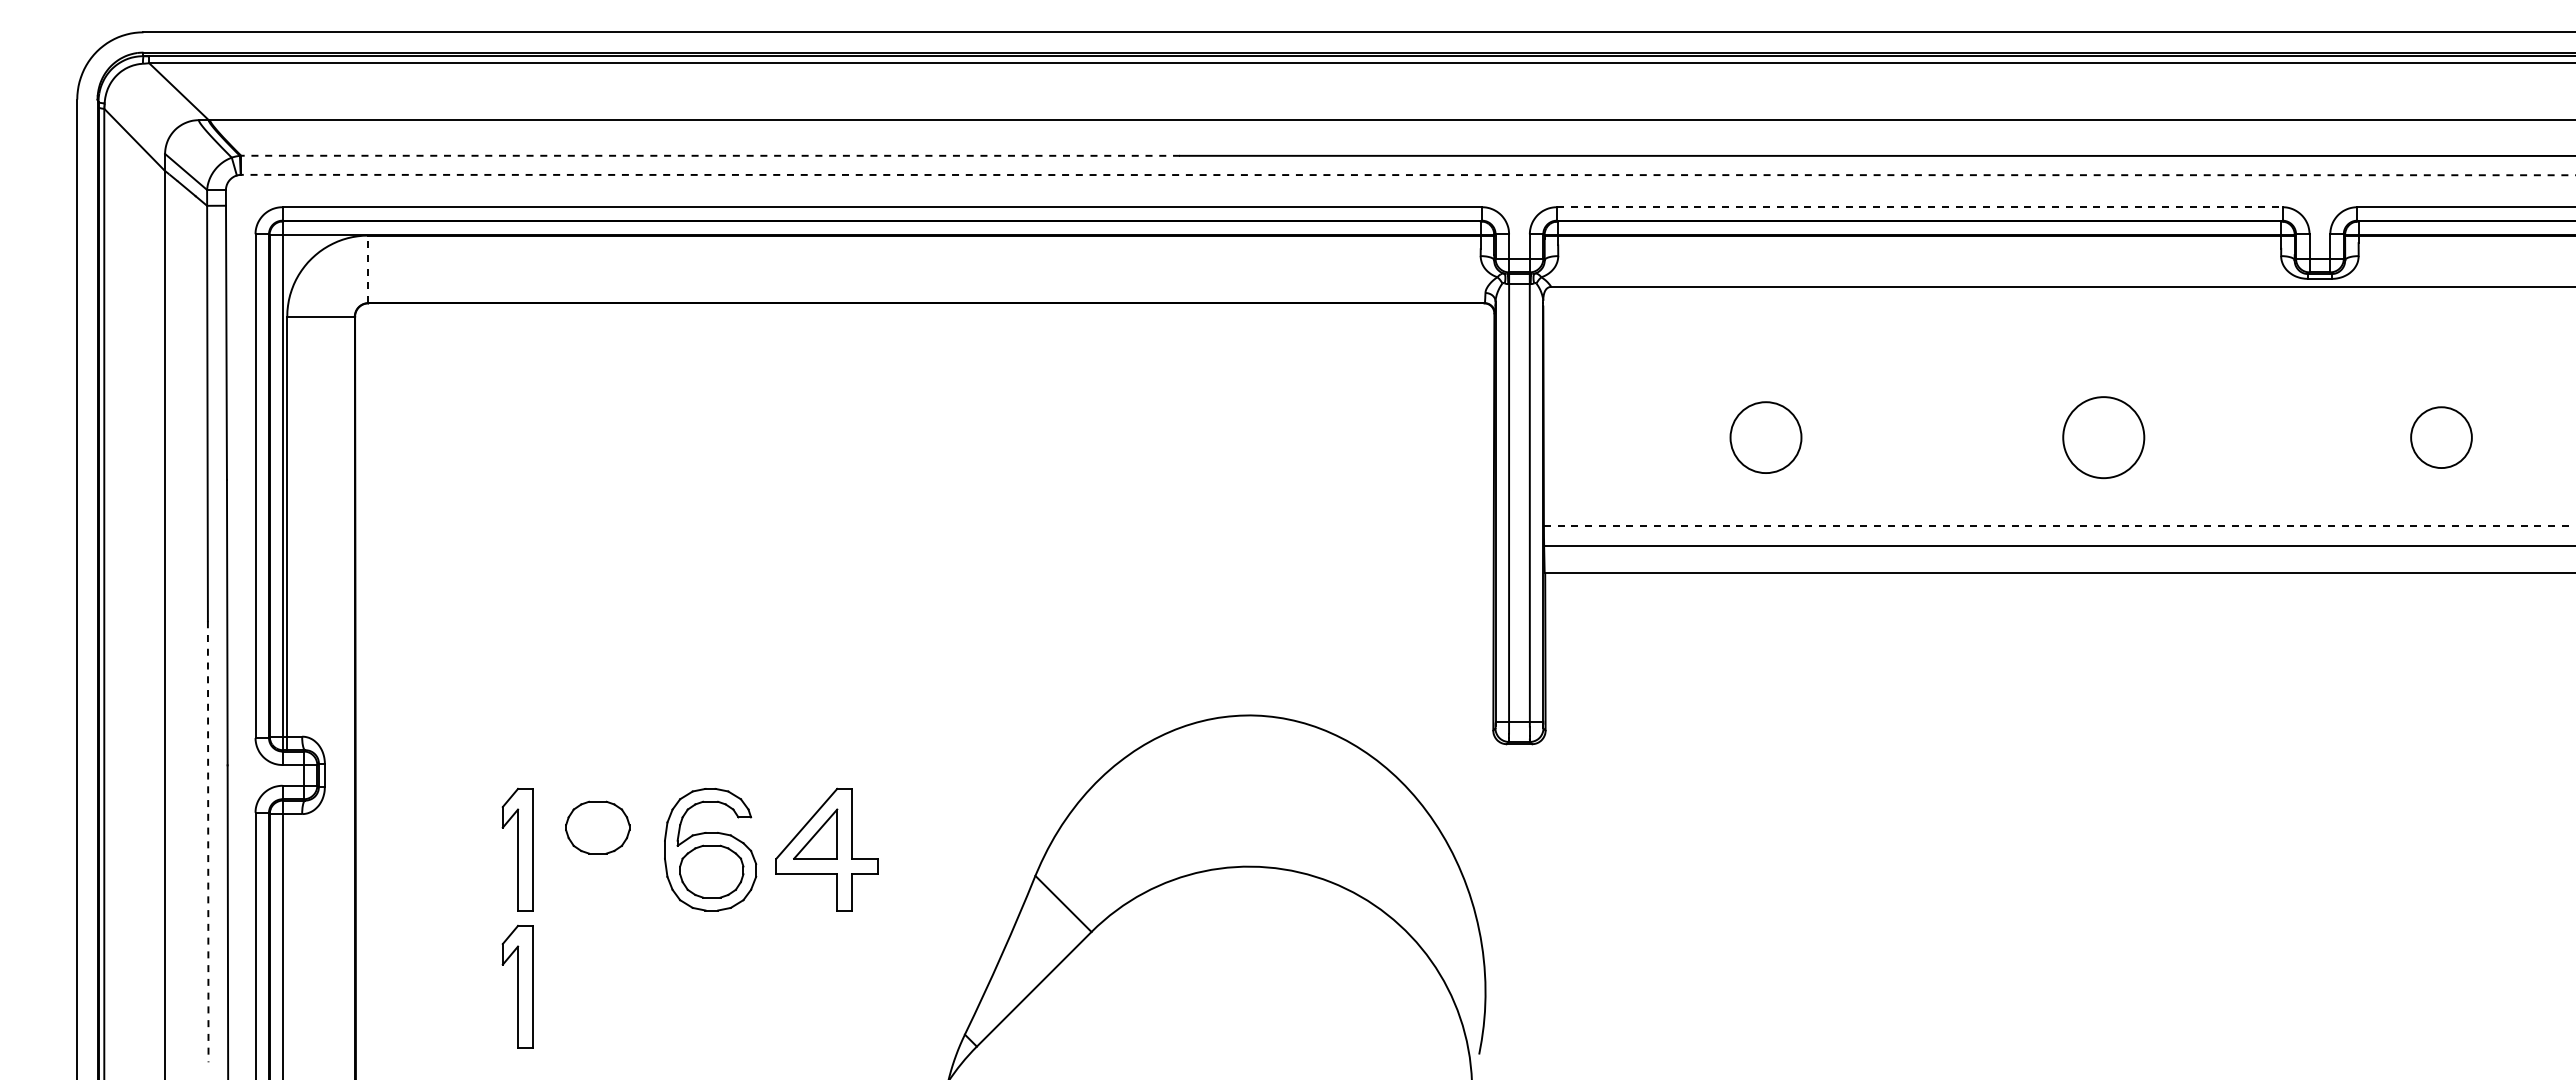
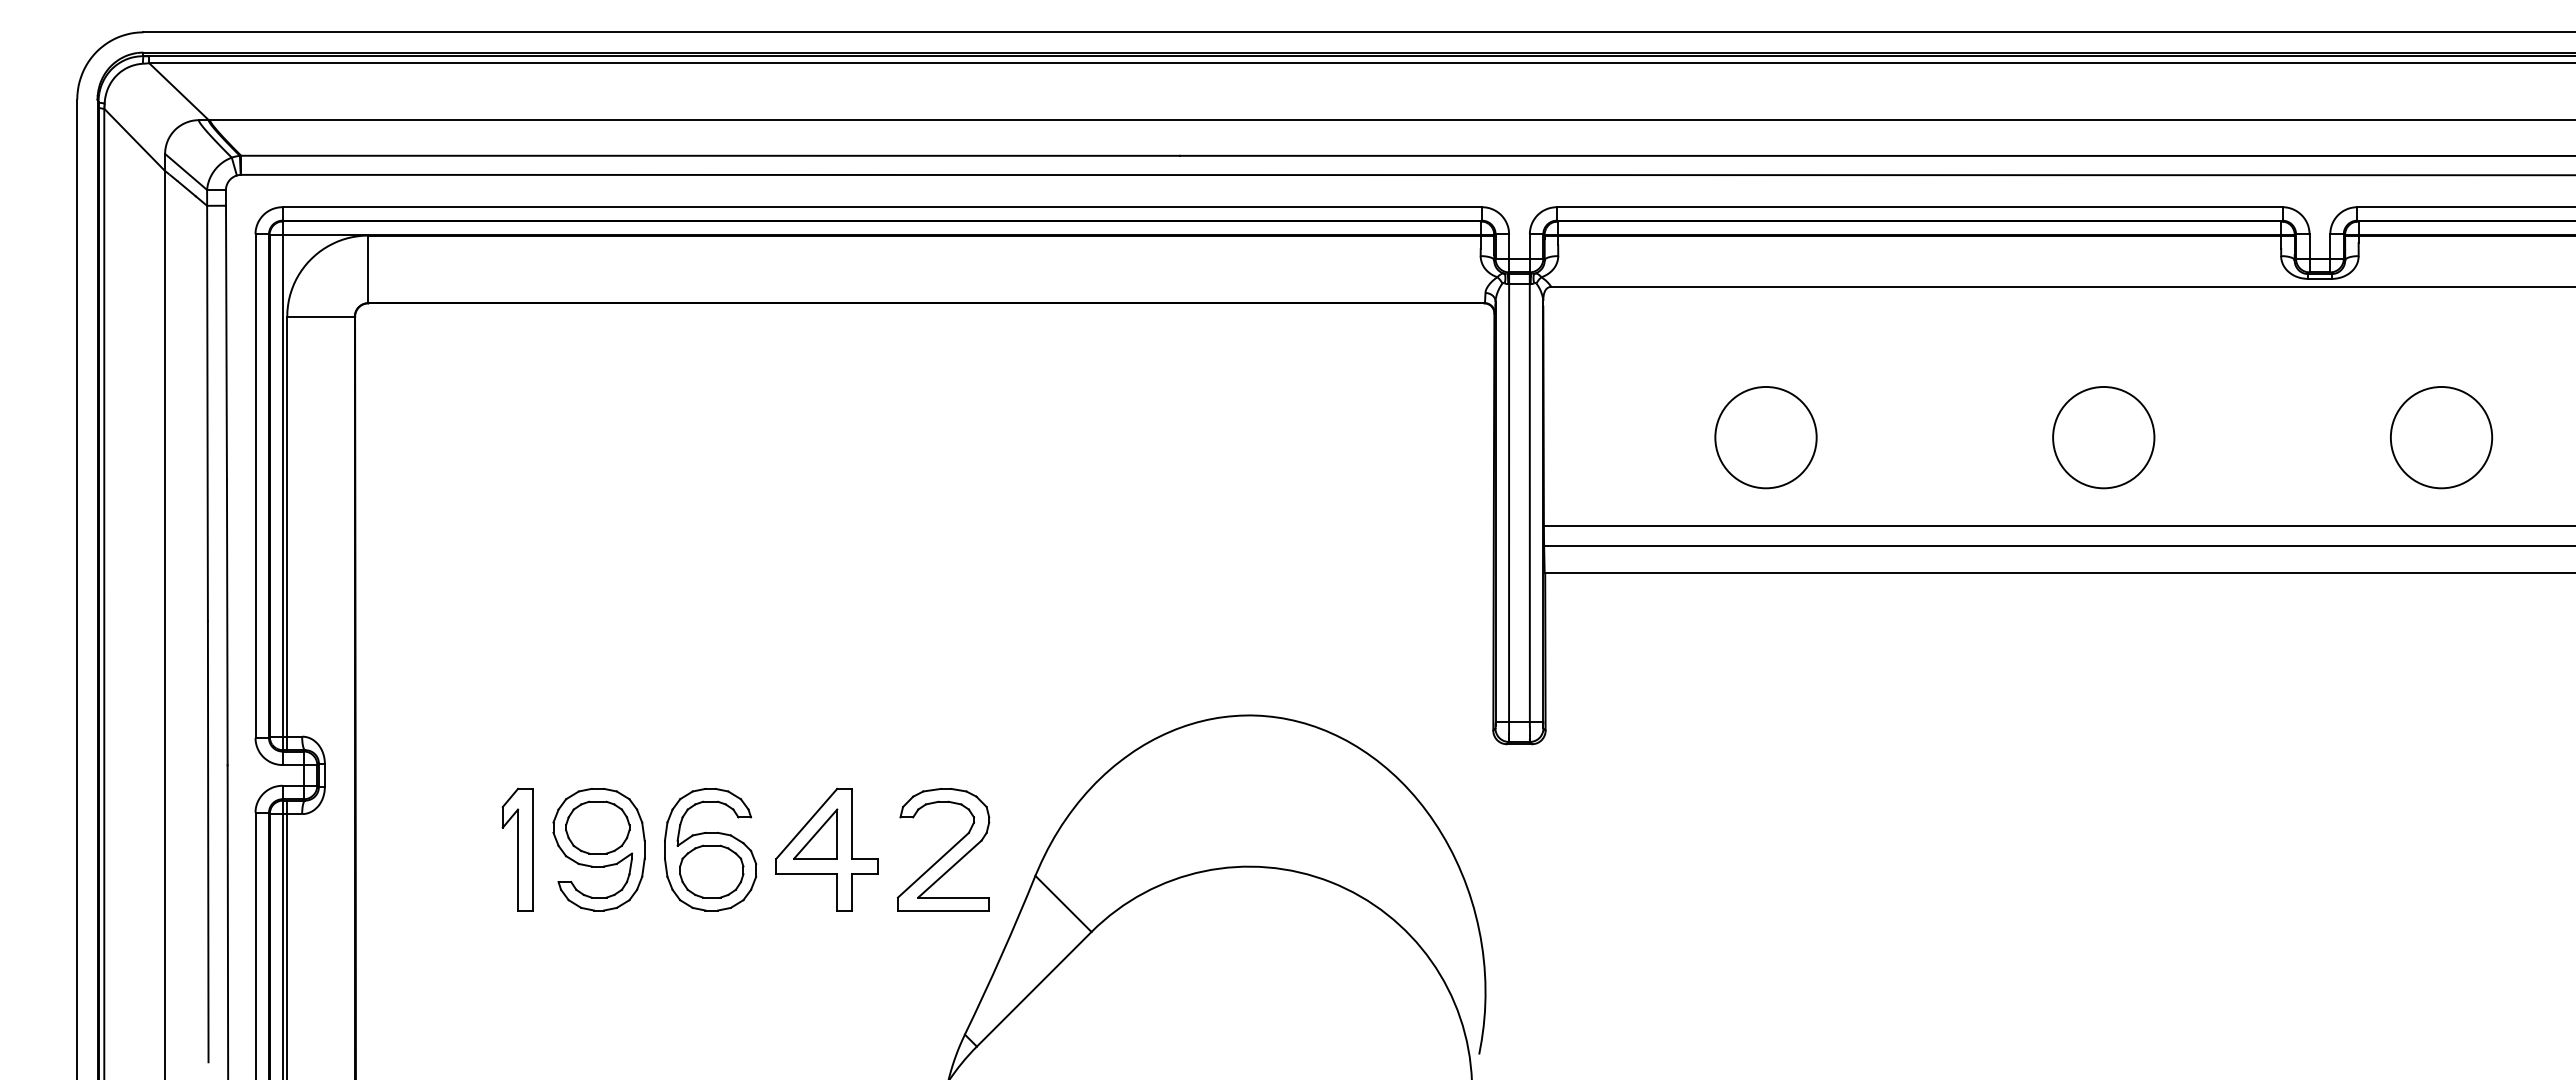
line at (710, 155): dashed -> solid
line at (1407, 175): dashed -> solid
line at (1919, 207): dashed -> solid
line at (368, 269): dashed -> solid
circle at (1765, 437) diameter: 71 px -> 101 px
circle at (2103, 437) diameter: 81 px -> 101 px
circle at (2441, 437) diameter: 61 px -> 101 px
line at (2059, 525): dashed -> solid
line at (208, 841): dashed -> solid
part at (598, 849): none -> present
part at (943, 849): none -> present
line at (287, 938): none -> present
part at (517, 986): present -> none
